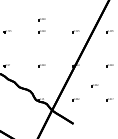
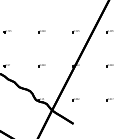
part at (41, 19): present -> none
part at (94, 85): present -> none
